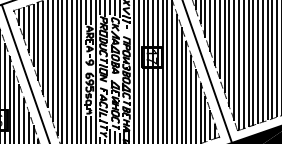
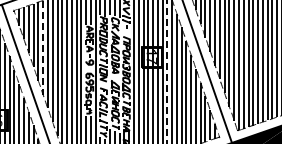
line at (43, 48): solid -> dashed
line at (167, 72): solid -> dashed
